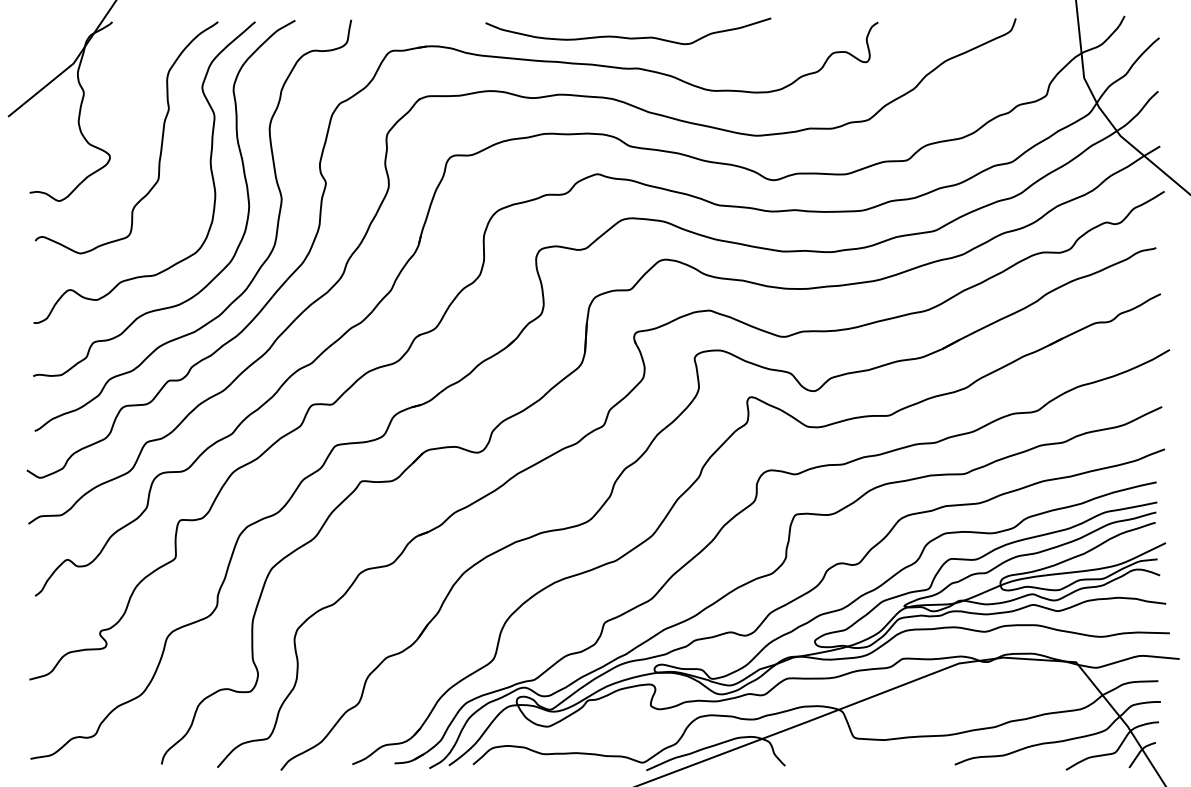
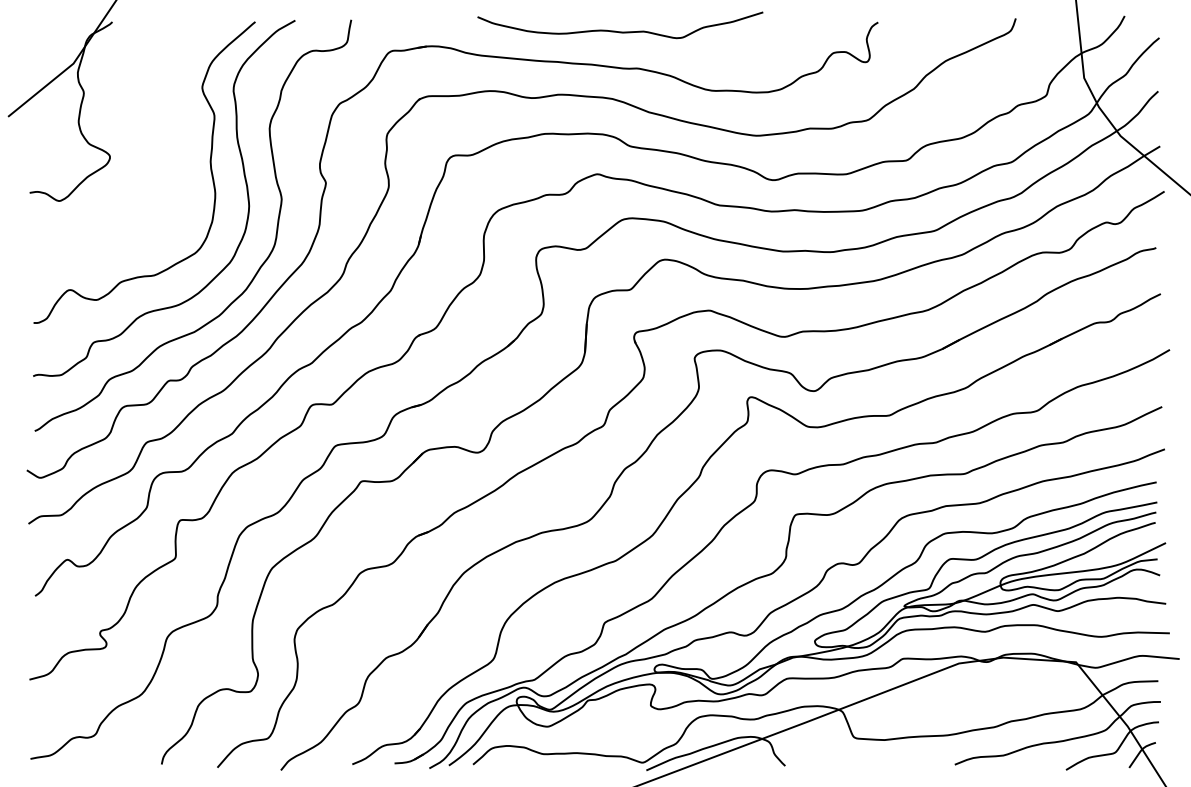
curve at (628, 37) position: (628, 37) -> (620, 31)
curve at (161, 137): present -> none
